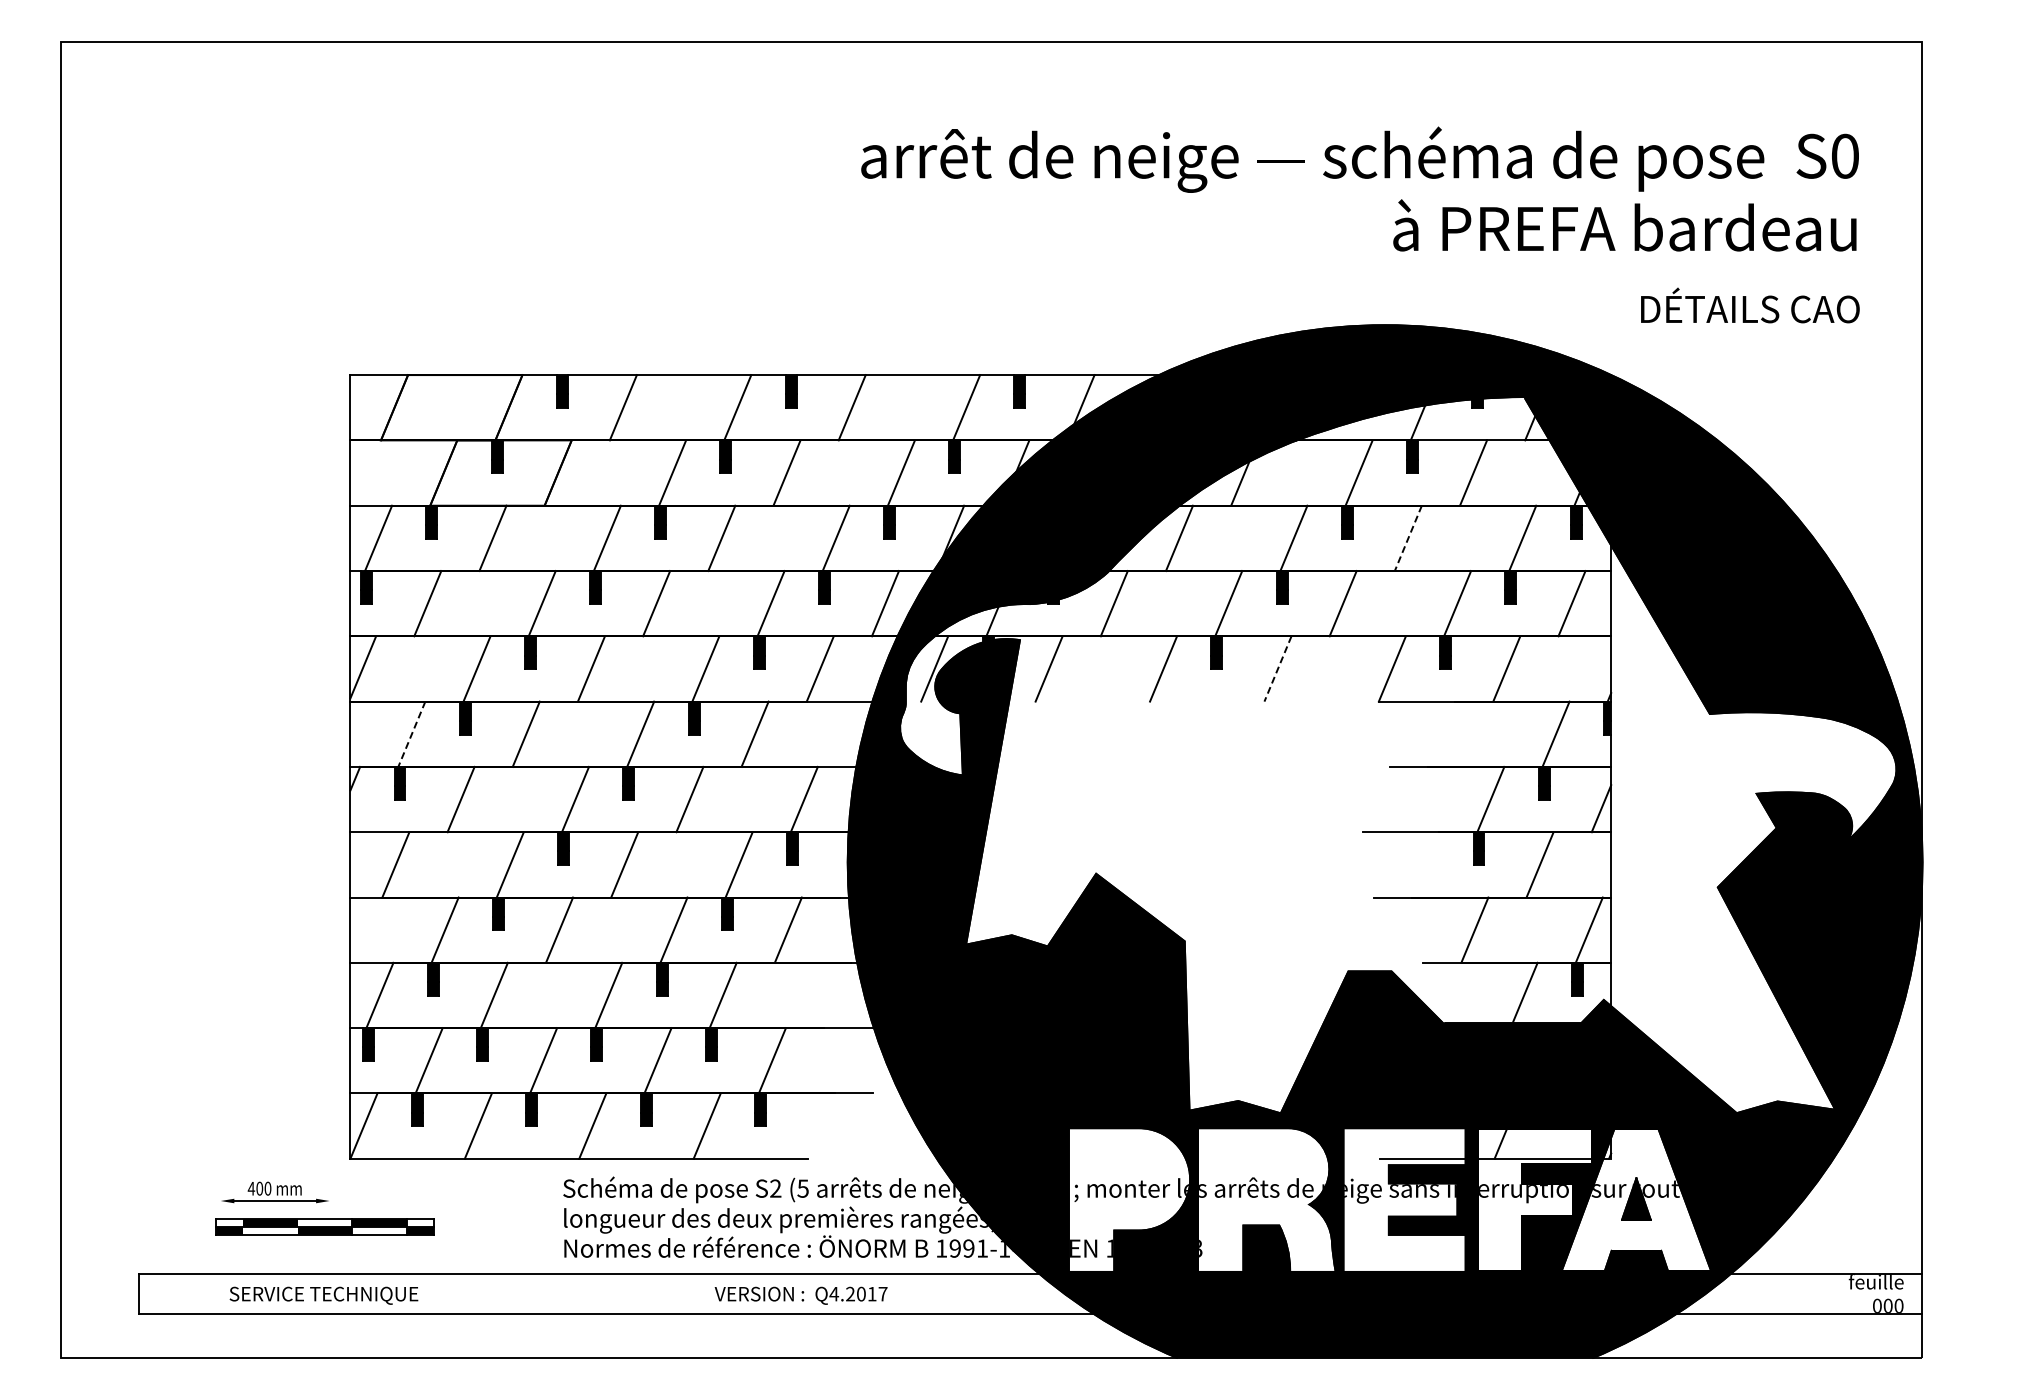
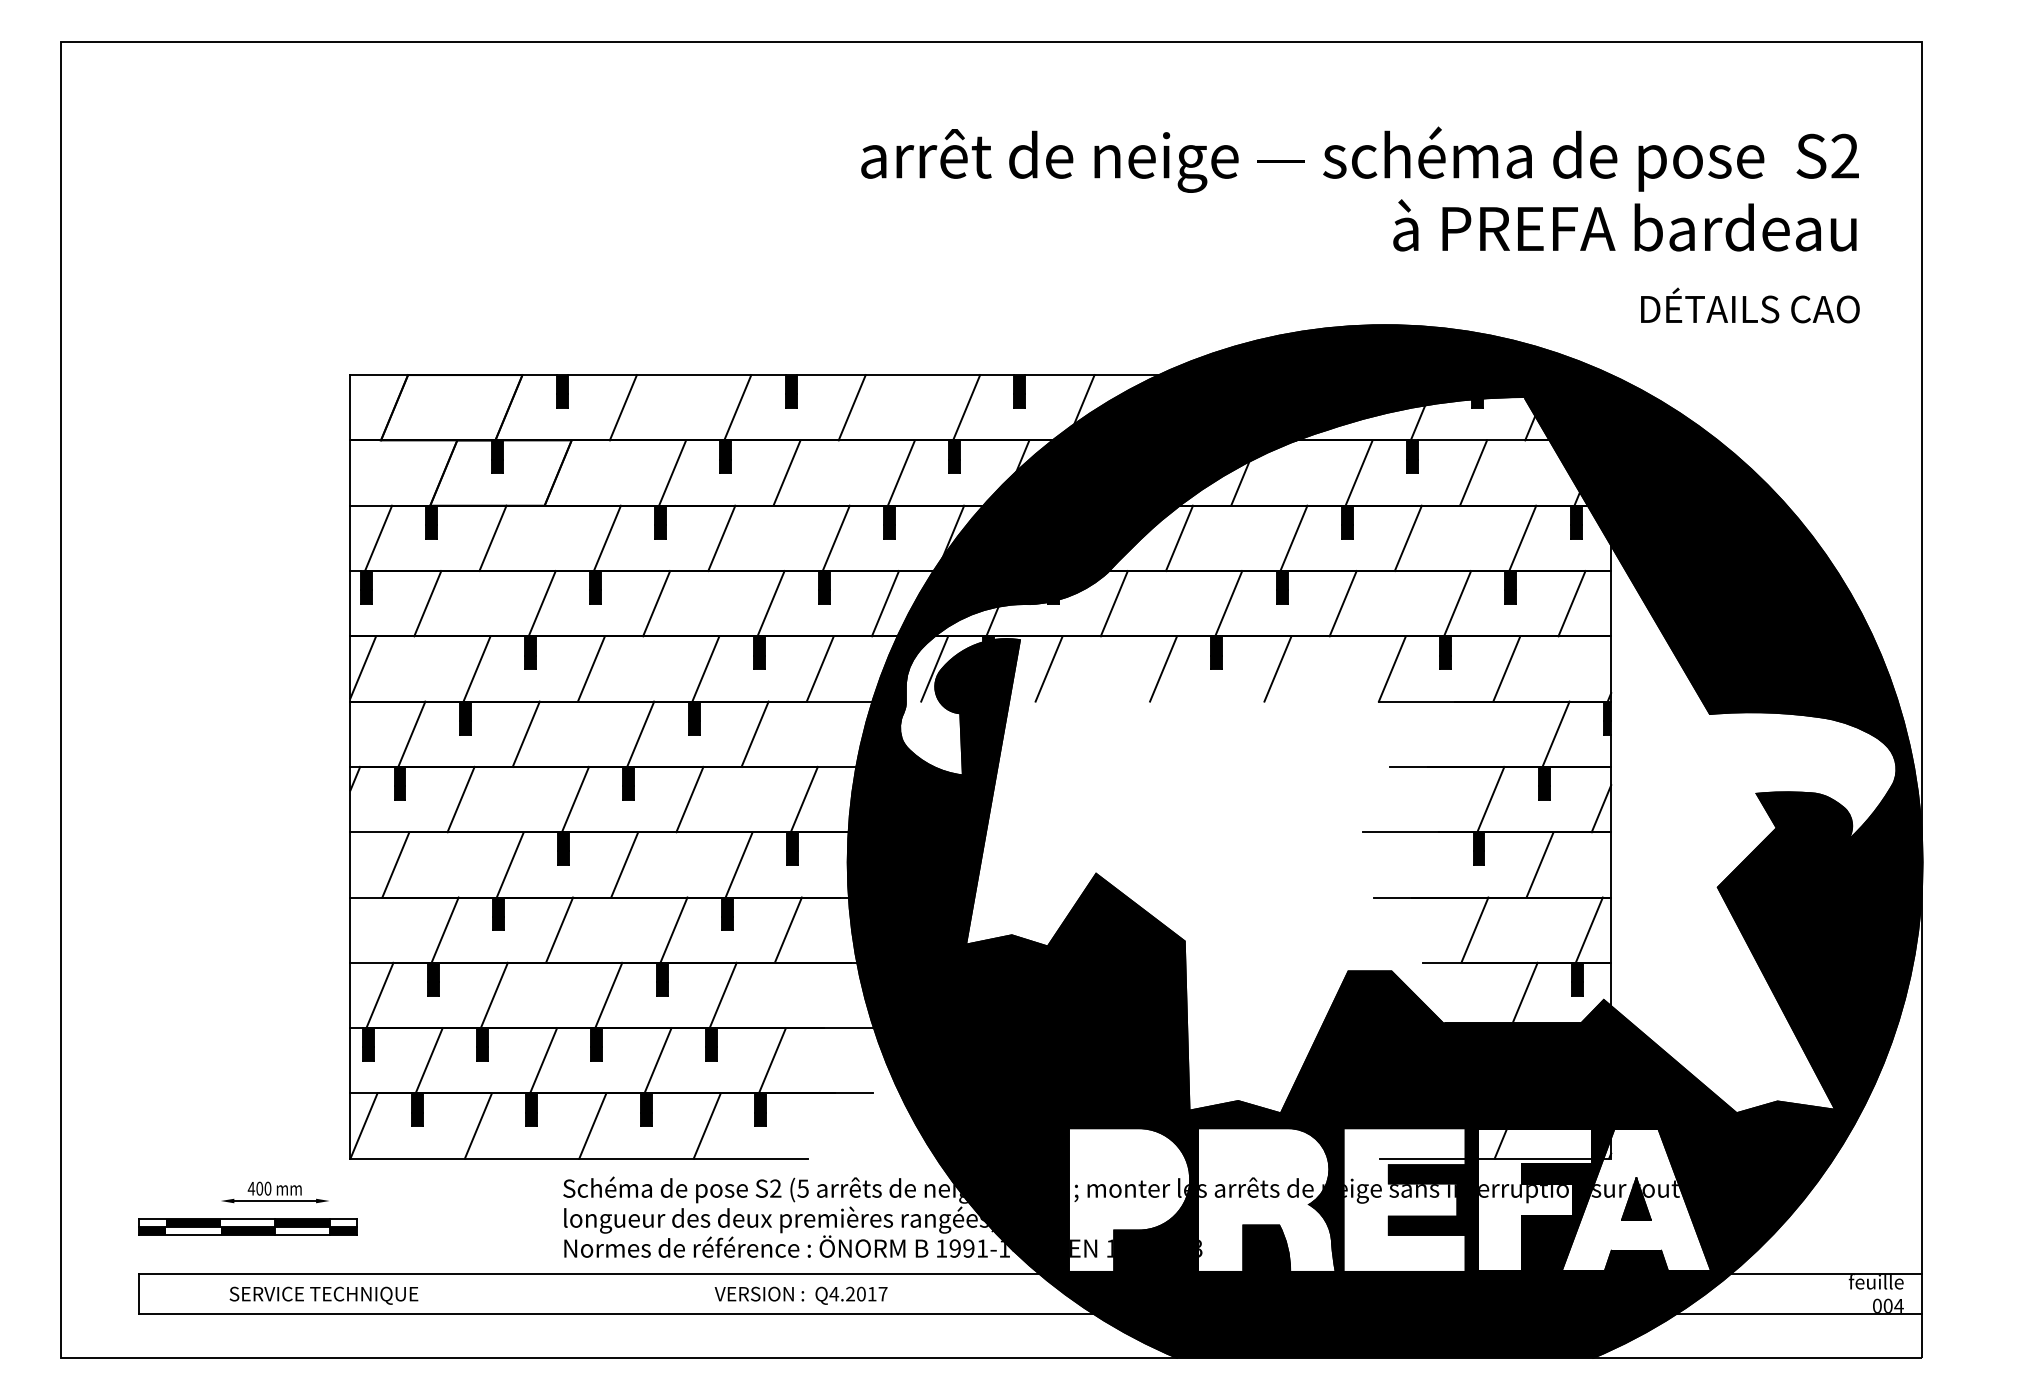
text at (1844, 155): S0 -> S2
line at (1408, 538): dashed -> solid
line at (1277, 669): dashed -> solid
line at (411, 734): dashed -> solid
part at (324, 1226) position: (324, 1226) -> (247, 1226)
text at (1898, 1305): 000 -> 004
